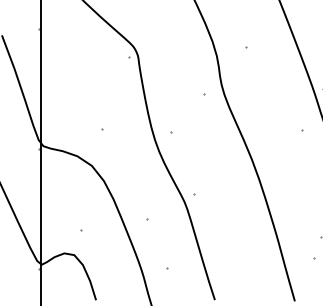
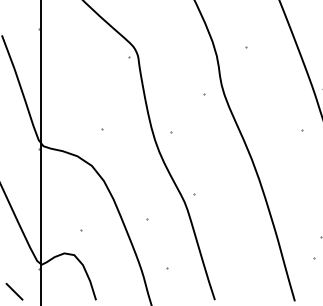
line at (14, 291): none -> present
